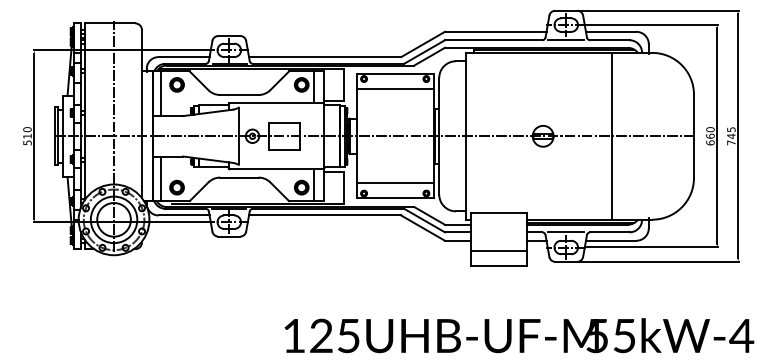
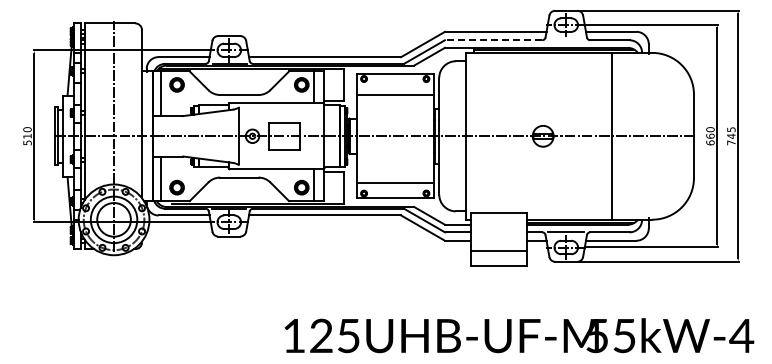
line at (493, 40): solid -> dashed
line at (565, 40): present -> none
line at (395, 89) position: (395, 89) -> (395, 95)
